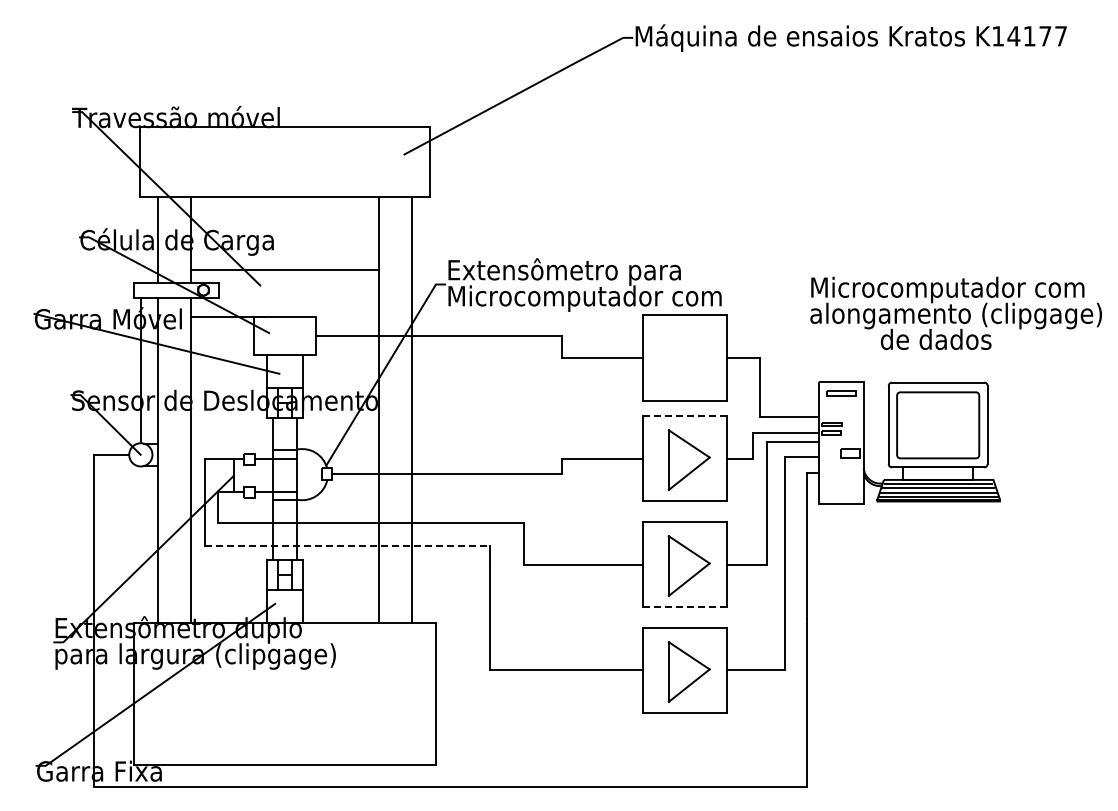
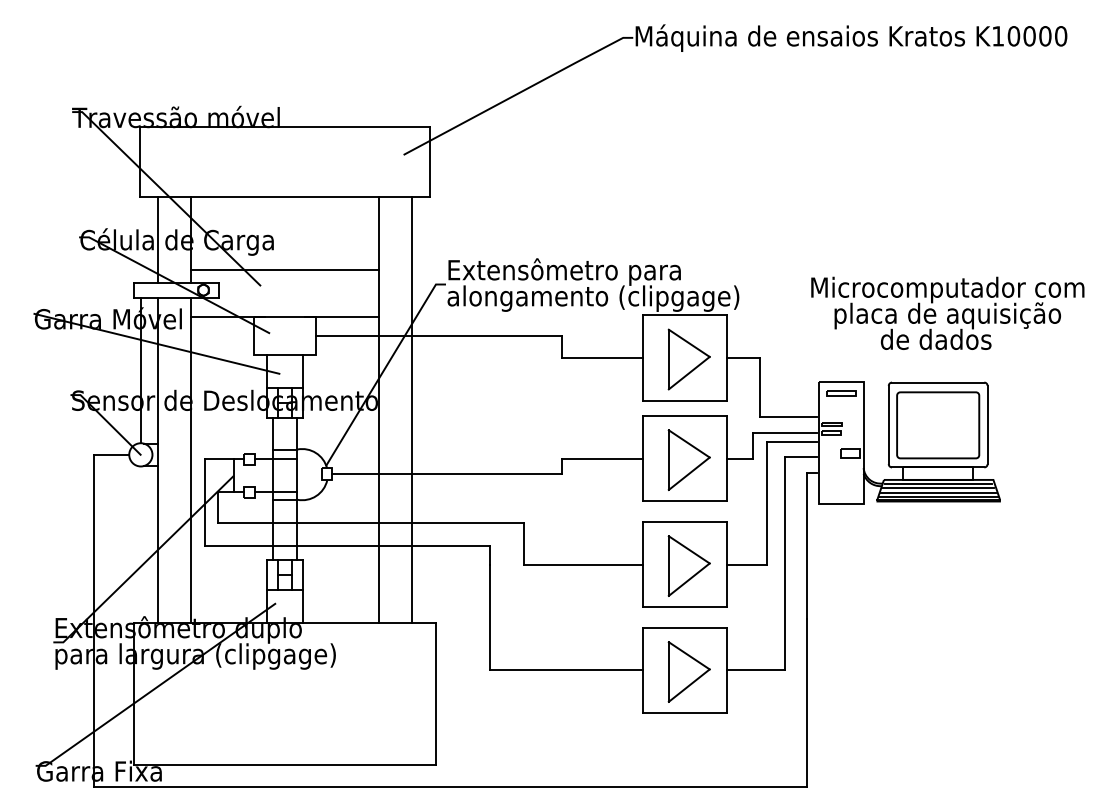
text at (1037, 36): K14177 -> K10000
text at (593, 298): Microcomputador com -> alongamento (clipgage)
text at (955, 315): alongamento (clipgage) -> placa de aquisição
line at (341, 317): none -> present
part at (688, 359): none -> present
line at (684, 415): dashed -> solid
line at (347, 545): dashed -> solid
line at (684, 607): dashed -> solid
